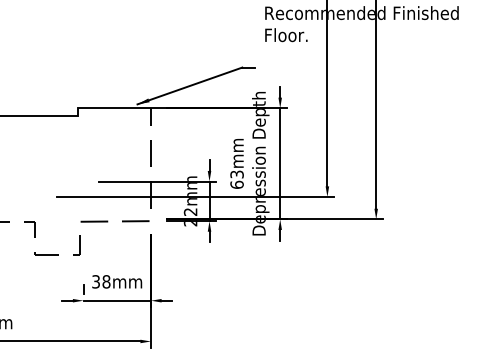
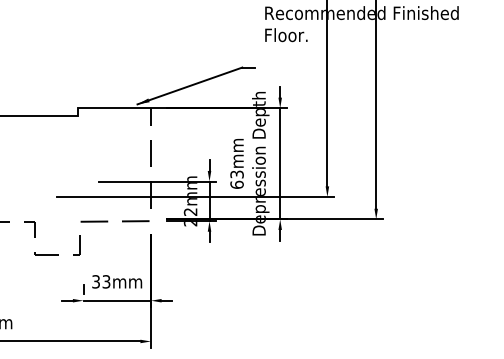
text at (106, 281): 38mm -> 33mm
